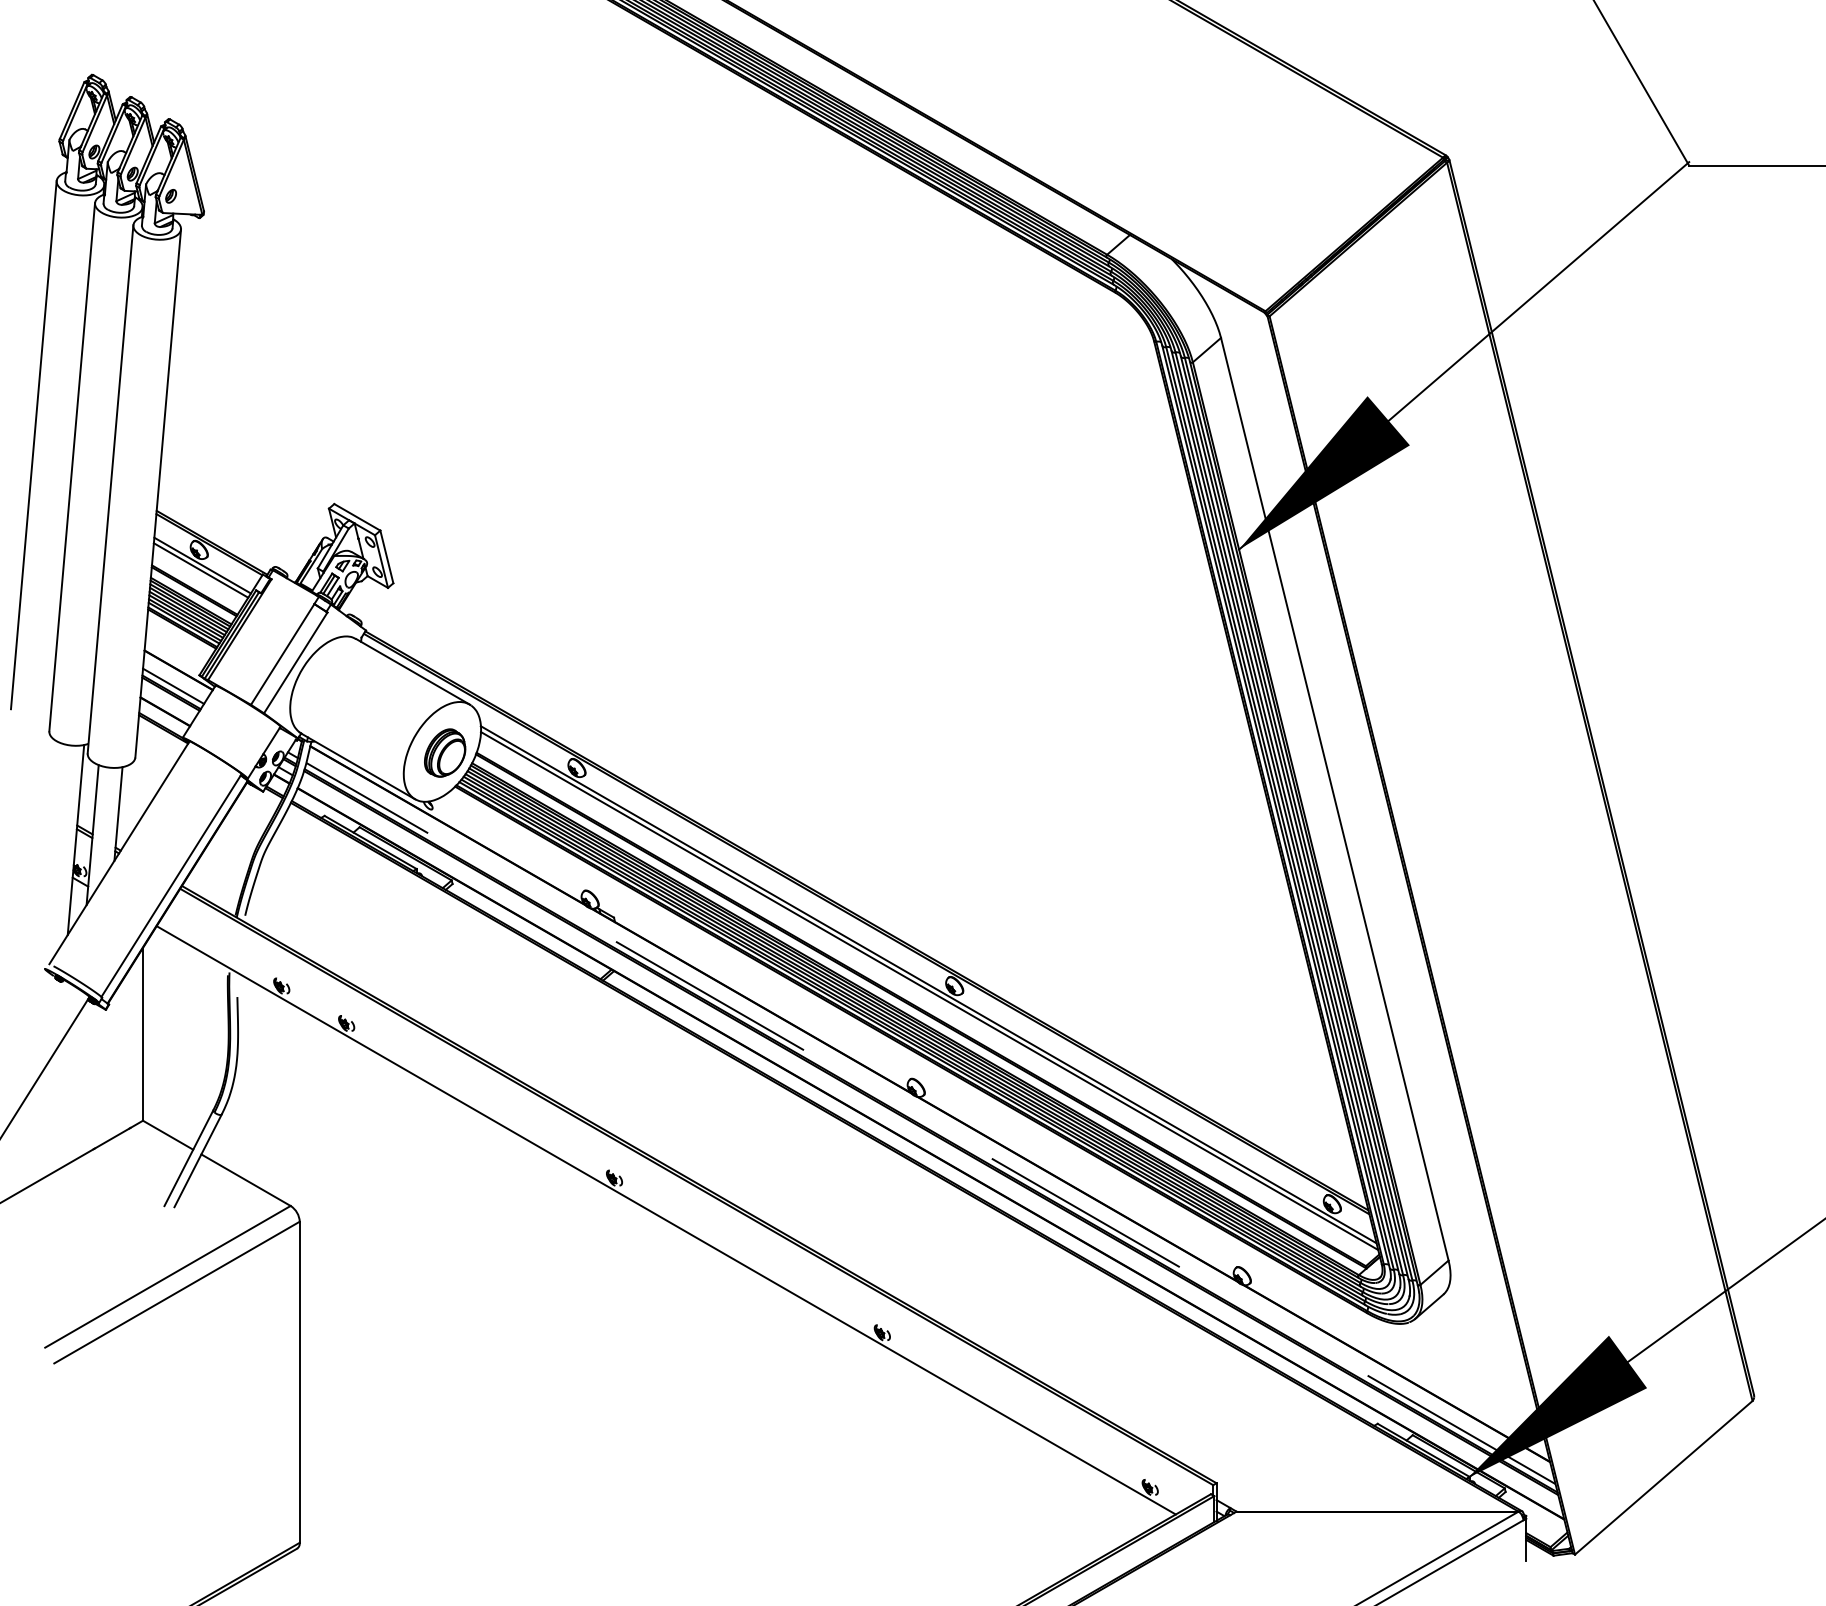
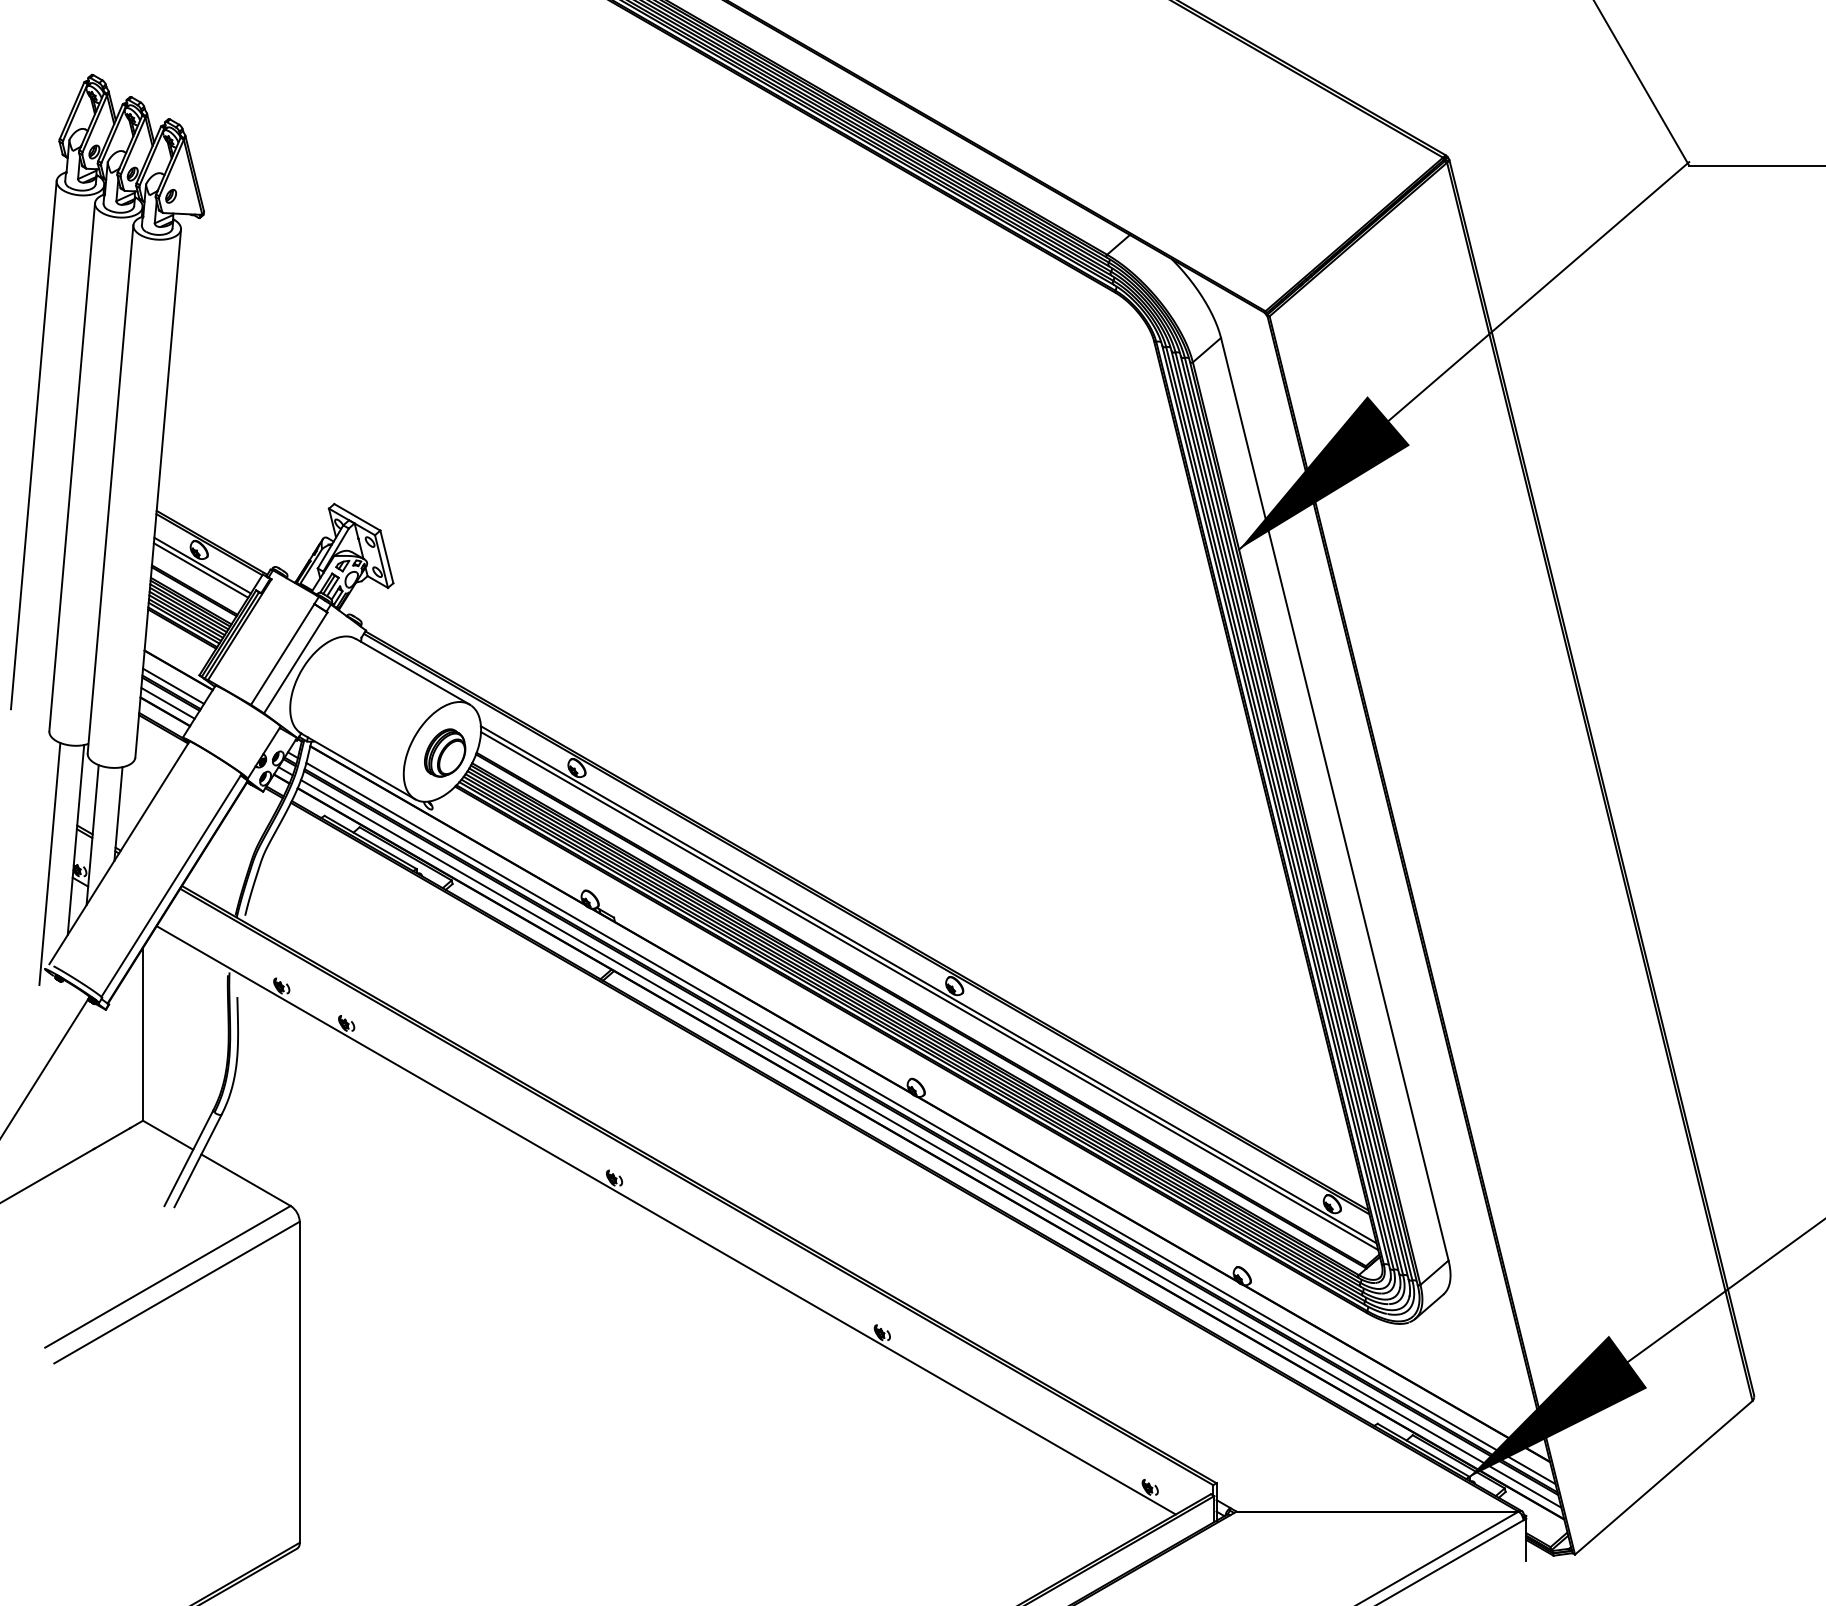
line at (167, 702): none -> present
line at (49, 864): none -> present
line at (930, 1123): dashed -> solid
line at (930, 1143): none -> present
